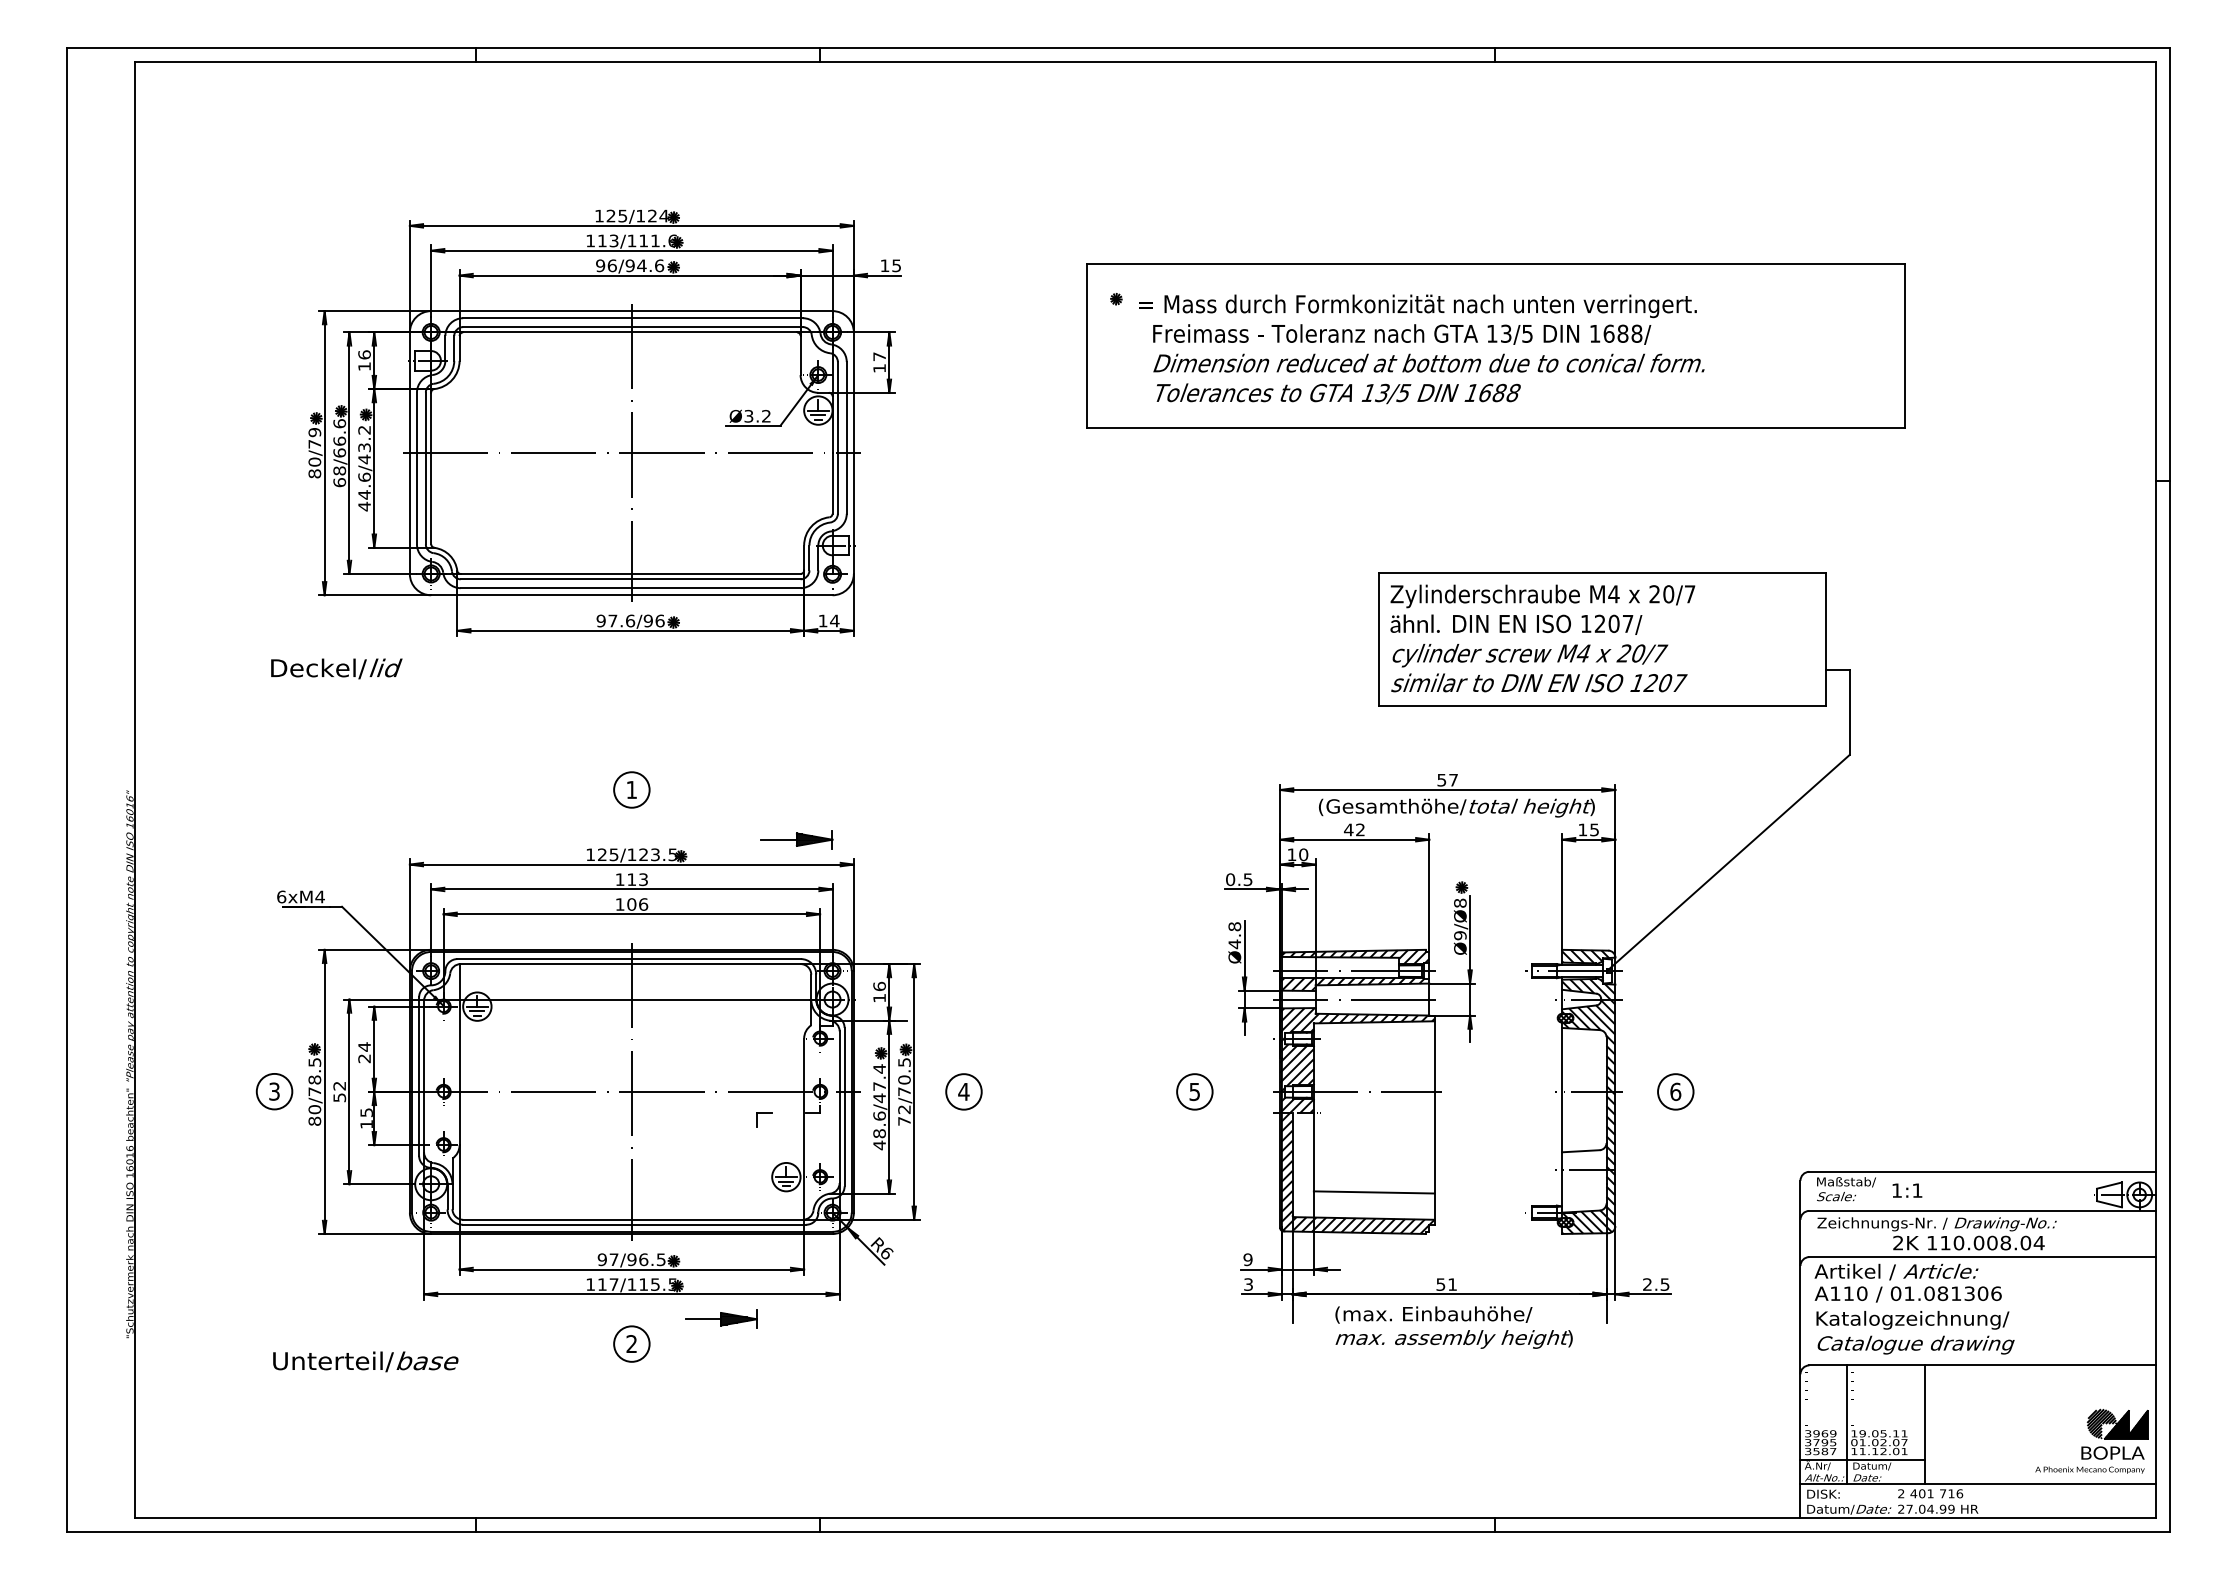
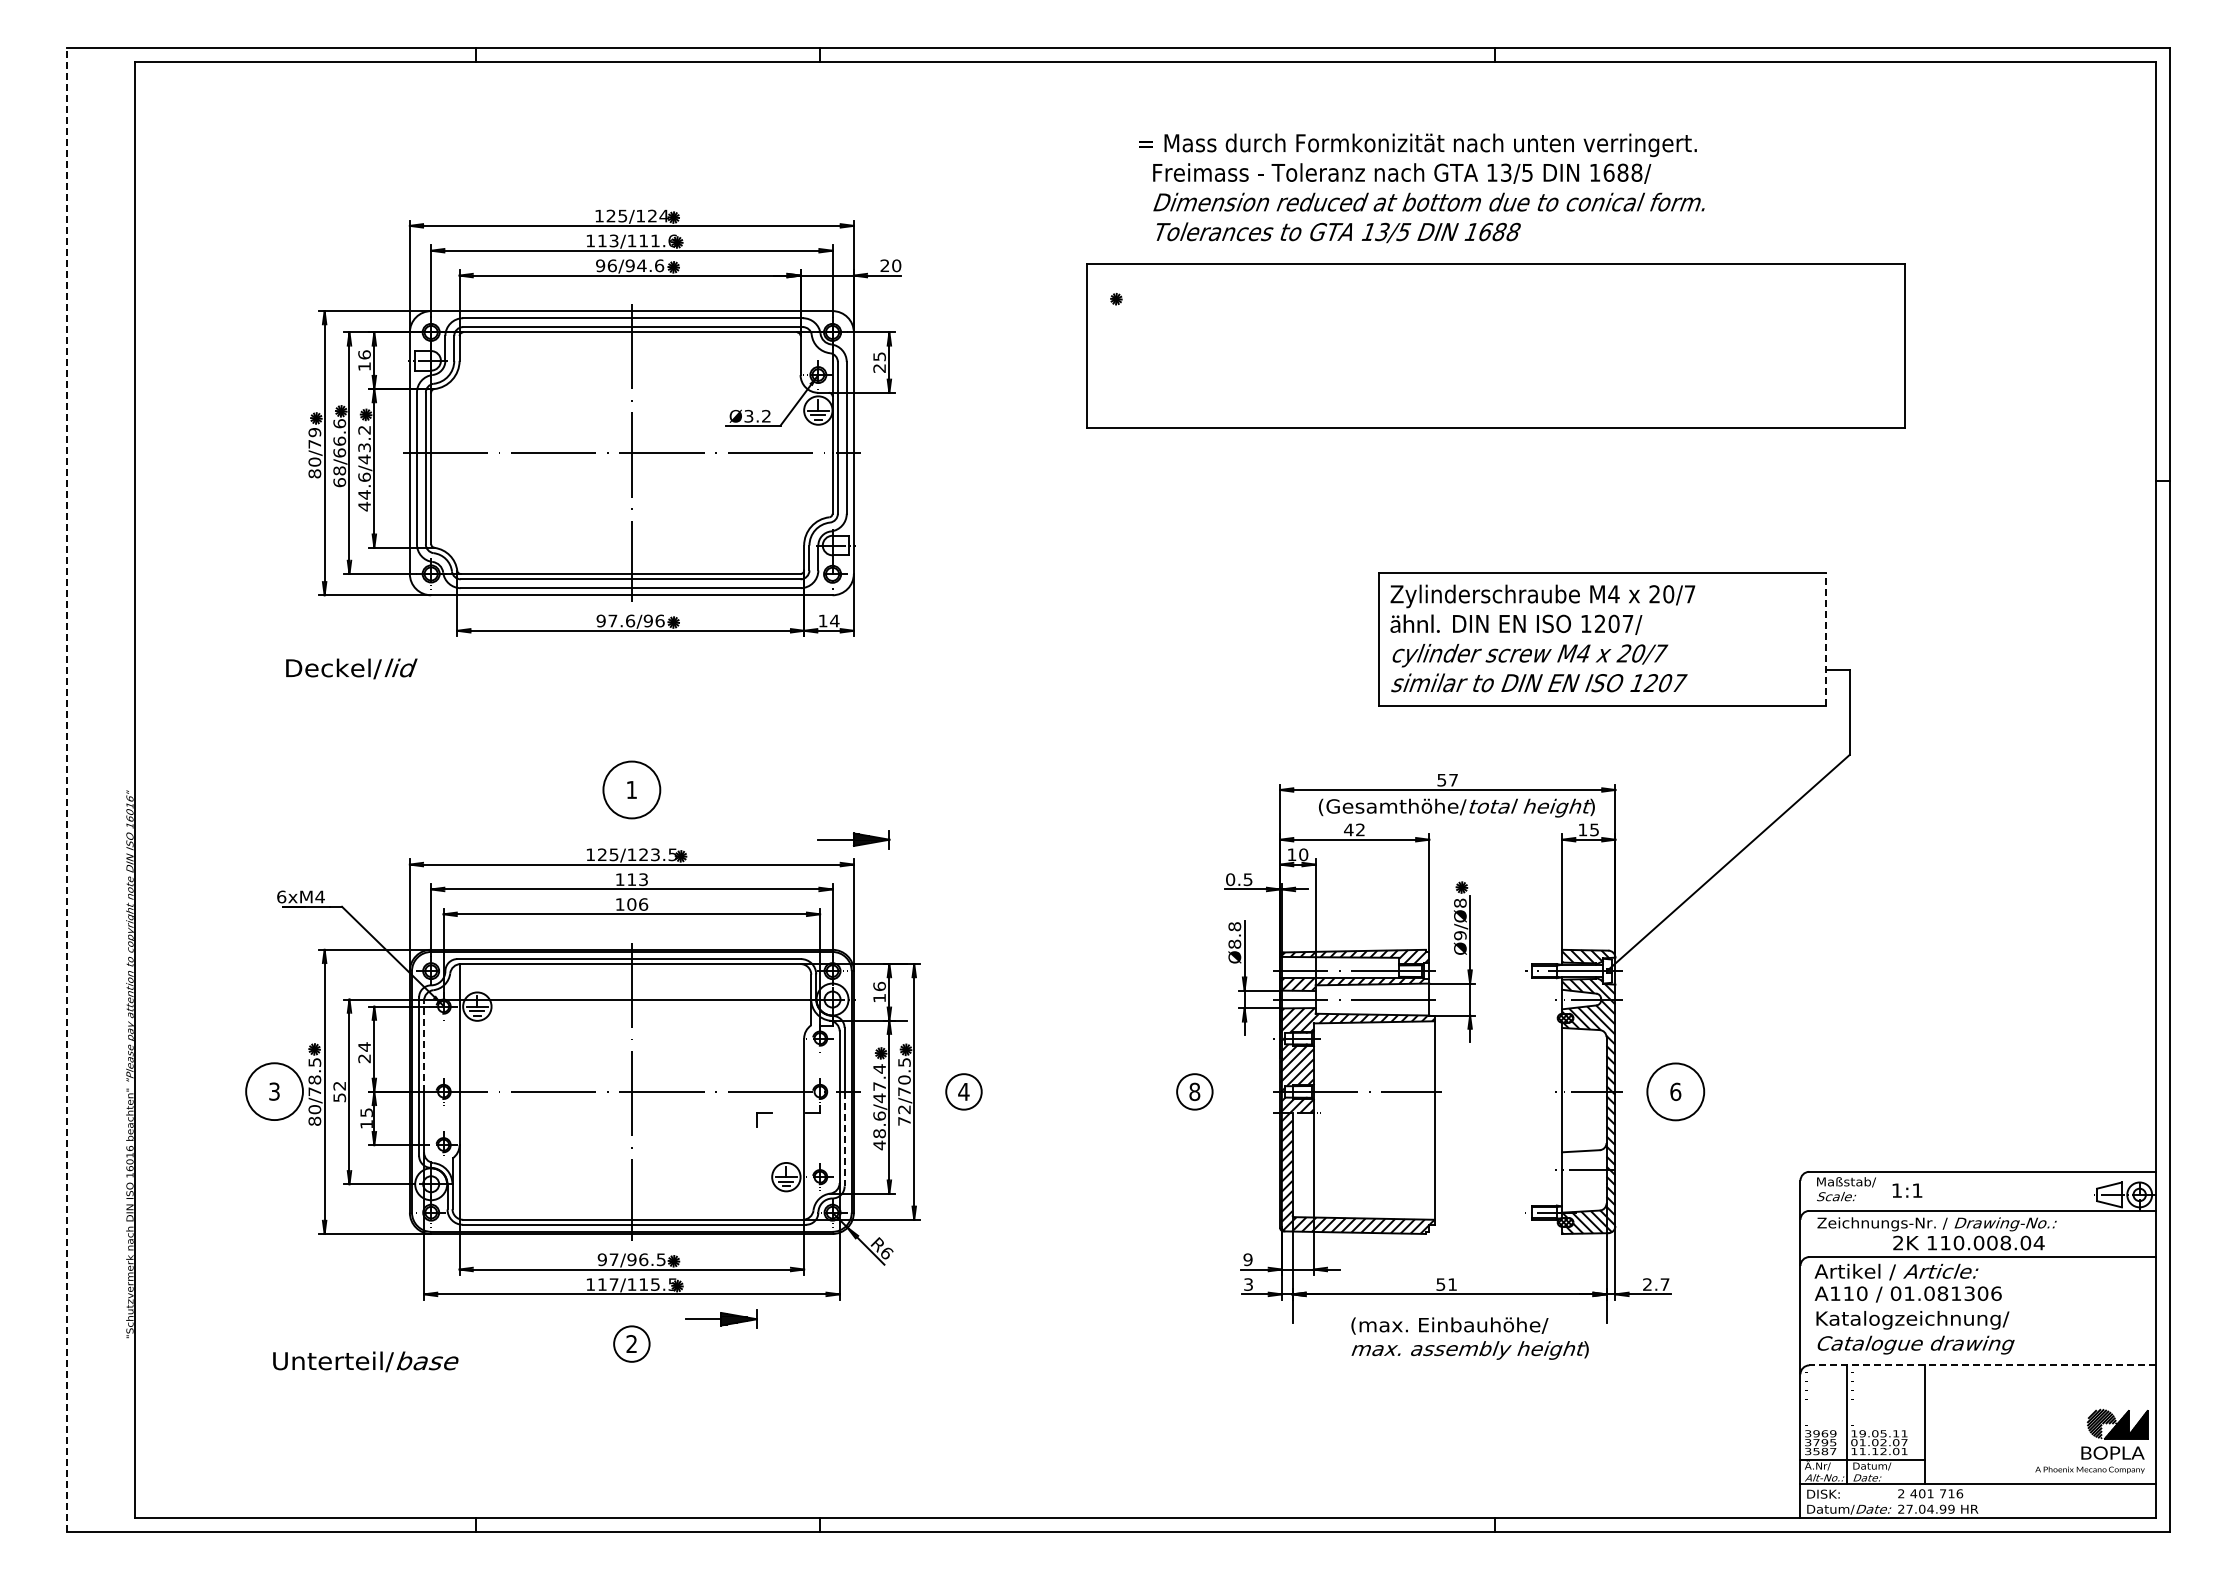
text at (890, 265): 15 -> 20
text at (1421, 349) position: (1421, 349) -> (1421, 188)
text at (879, 362): 17 -> 25
line at (1826, 639): solid -> dashed
text at (336, 668) position: (336, 668) -> (351, 668)
line at (67, 789): solid -> dashed
circle at (631, 789) diameter: 36 px -> 57 px
part at (796, 839) position: (796, 839) -> (853, 839)
text at (1234, 944): Ø4.8 -> Ø8.8
line at (424, 1046): solid -> dashed
circle at (274, 1091) diameter: 36 px -> 57 px
text at (1194, 1091): 5 -> 8
circle at (1675, 1091) diameter: 36 px -> 57 px
line at (844, 1139): solid -> dashed
line at (1373, 1192): present -> none
text at (1664, 1284): 2.5 -> 2.7
text at (1453, 1327) position: (1453, 1327) -> (1469, 1338)
line at (1982, 1365): solid -> dashed
